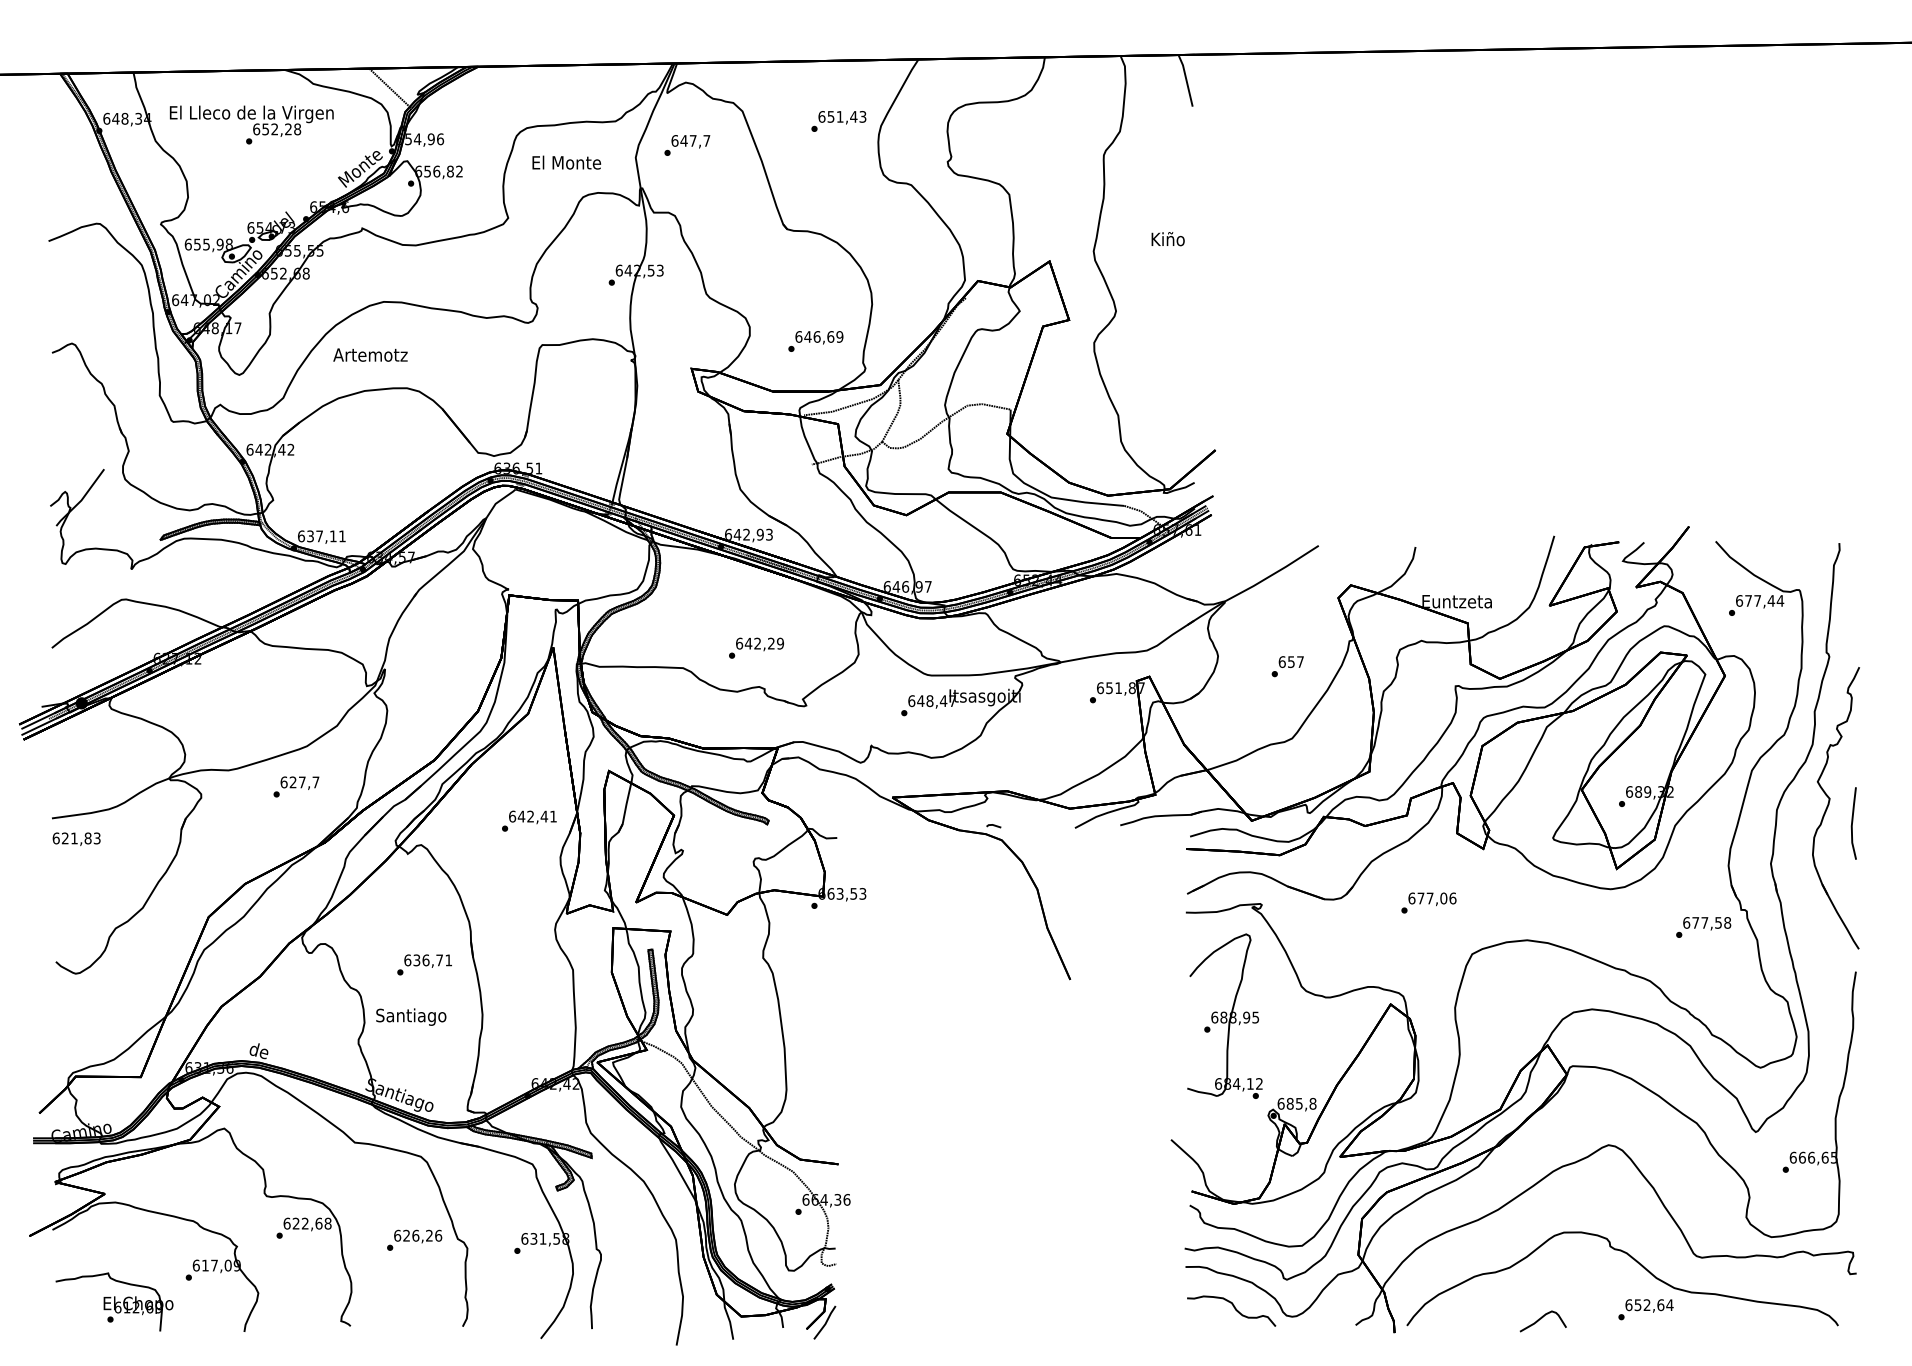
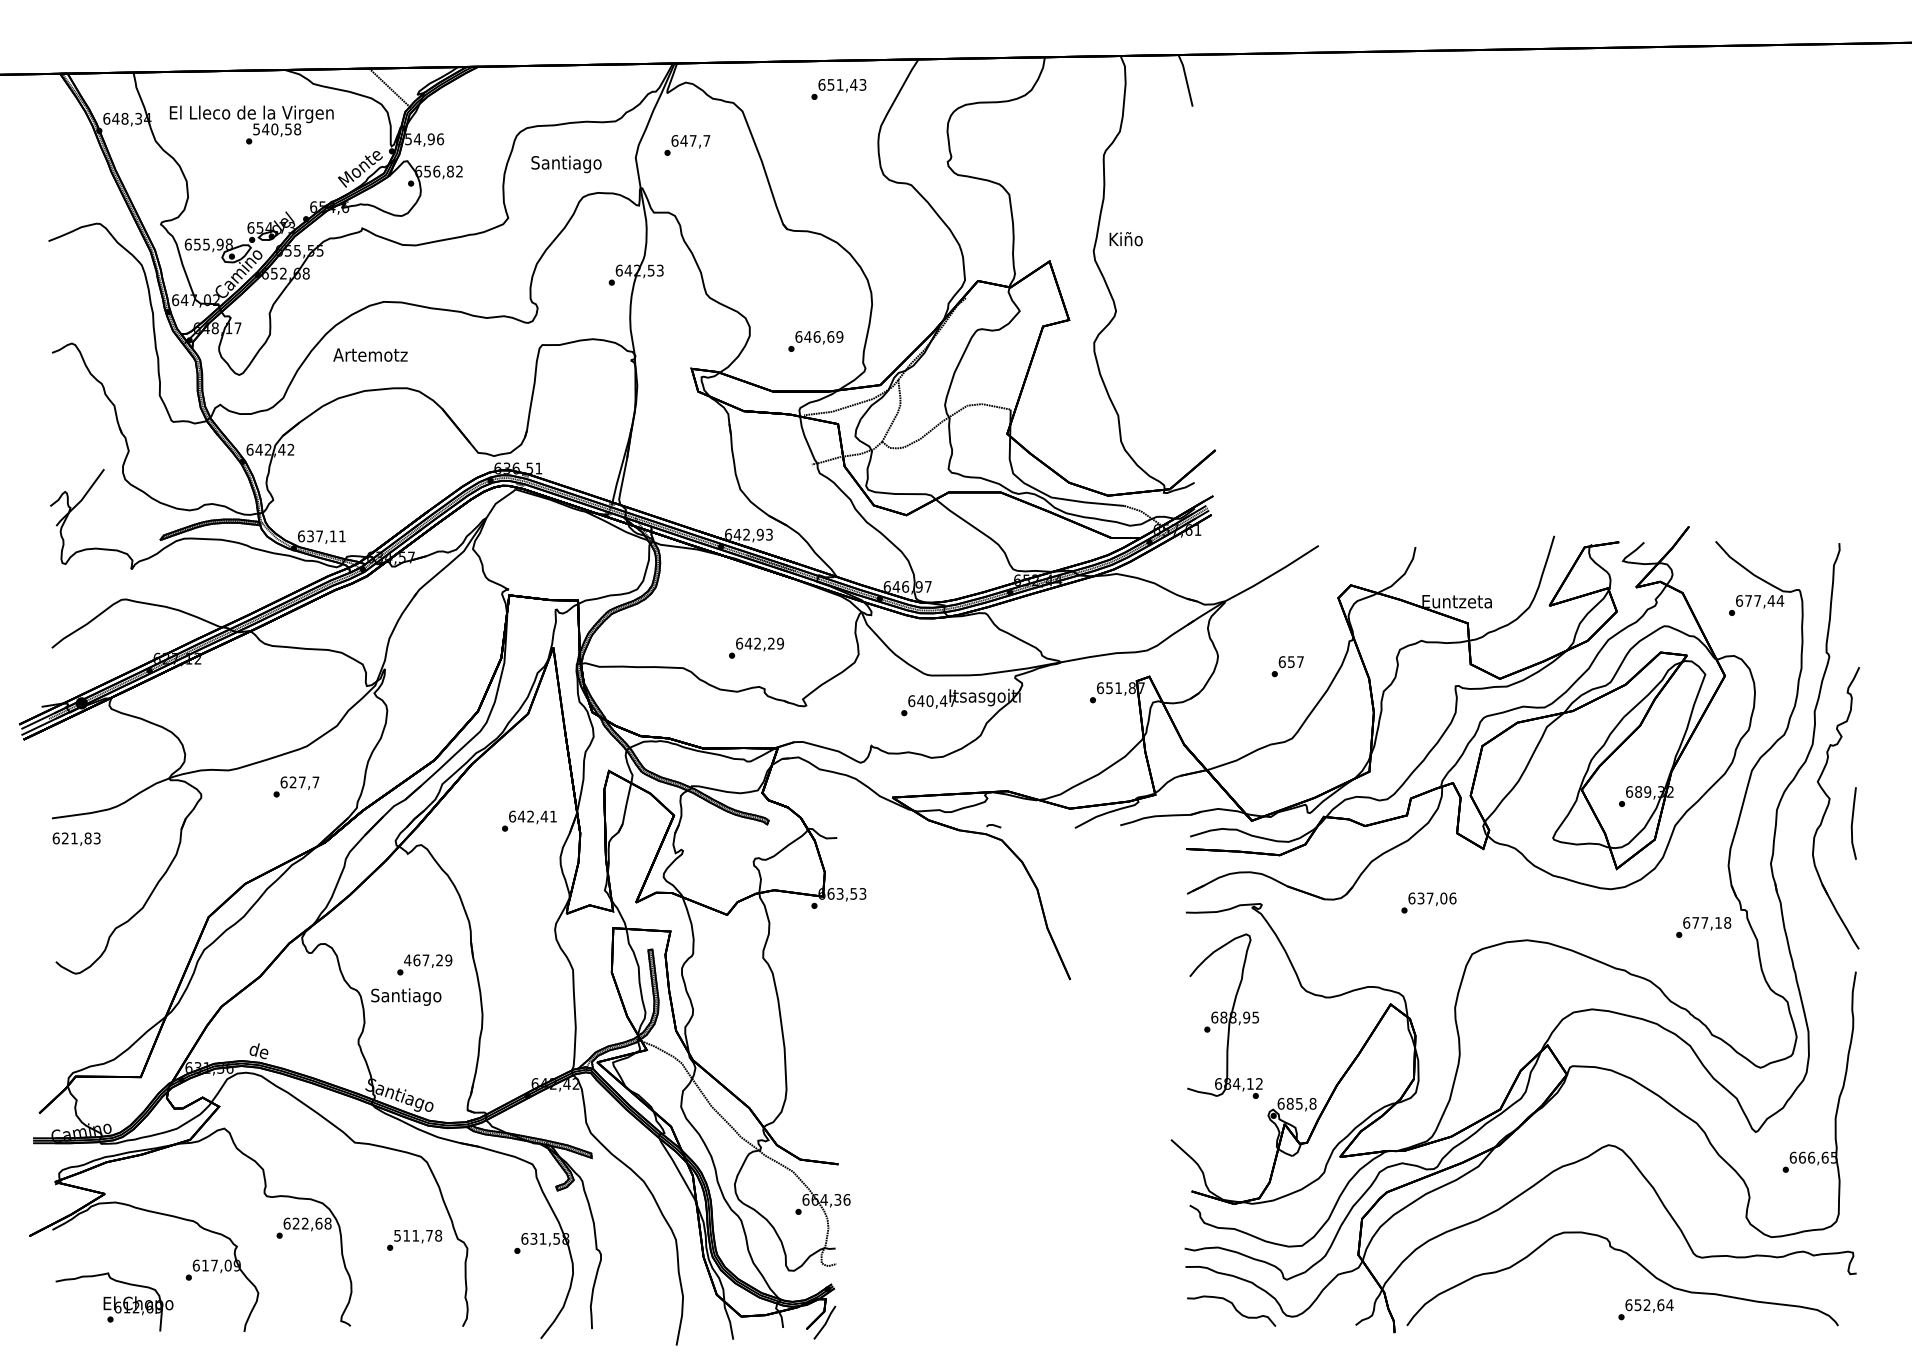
text at (838, 121) position: (838, 121) -> (838, 89)
text at (272, 129): 652,28 -> 540,58
text at (566, 164): El Monte -> Santiago
text at (1167, 239) position: (1167, 239) -> (1125, 239)
text at (929, 700): 648,47 -> 640,47
text at (1420, 898): 677,06 -> 637,06
text at (1718, 922): 677,58 -> 677,18
text at (428, 960): 636,71 -> 467,29
text at (411, 1016) position: (411, 1016) -> (406, 996)
text at (418, 1235): 626,26 -> 511,78
part at (1542, 1321): present -> none
